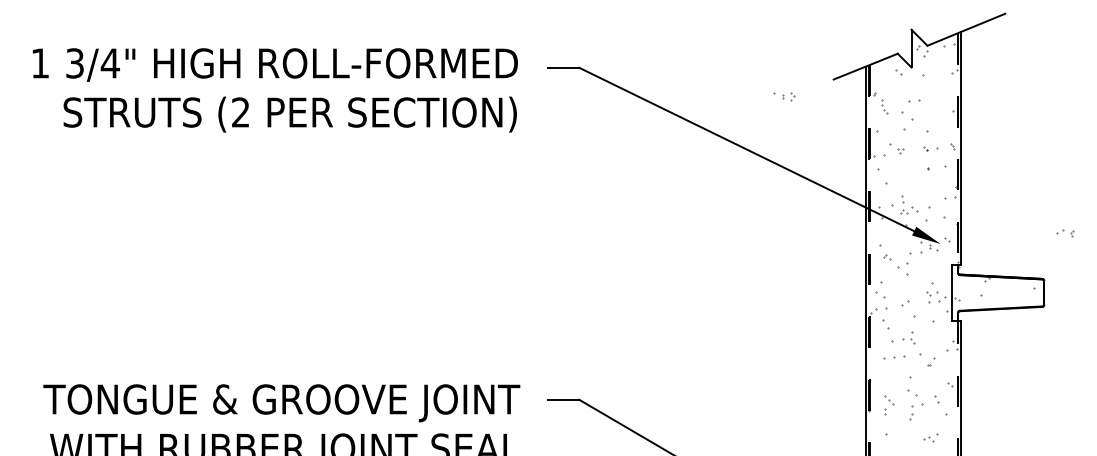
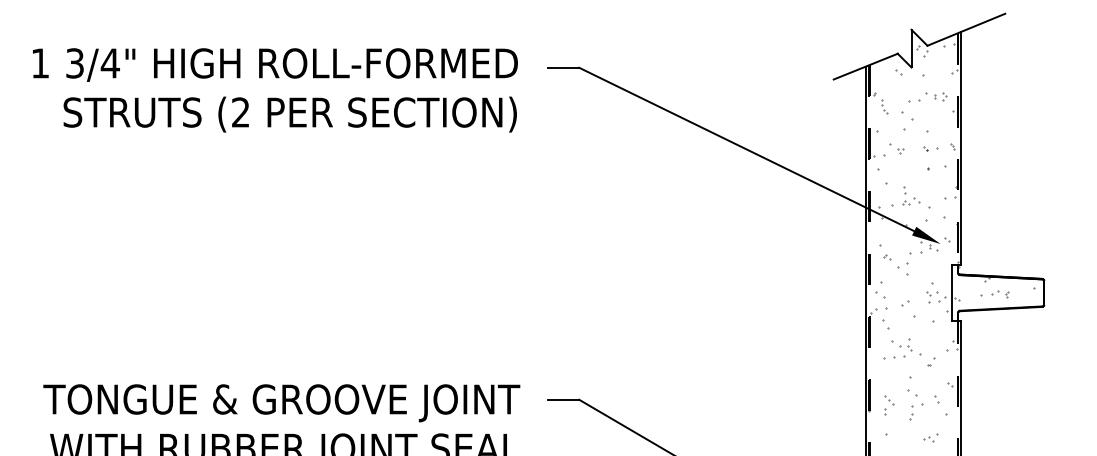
part at (784, 96) position: (784, 96) -> (936, 96)
part at (909, 204) position: (909, 204) -> (911, 195)
part at (1065, 233) position: (1065, 233) -> (1000, 294)
part at (908, 337) position: (908, 337) -> (905, 344)
